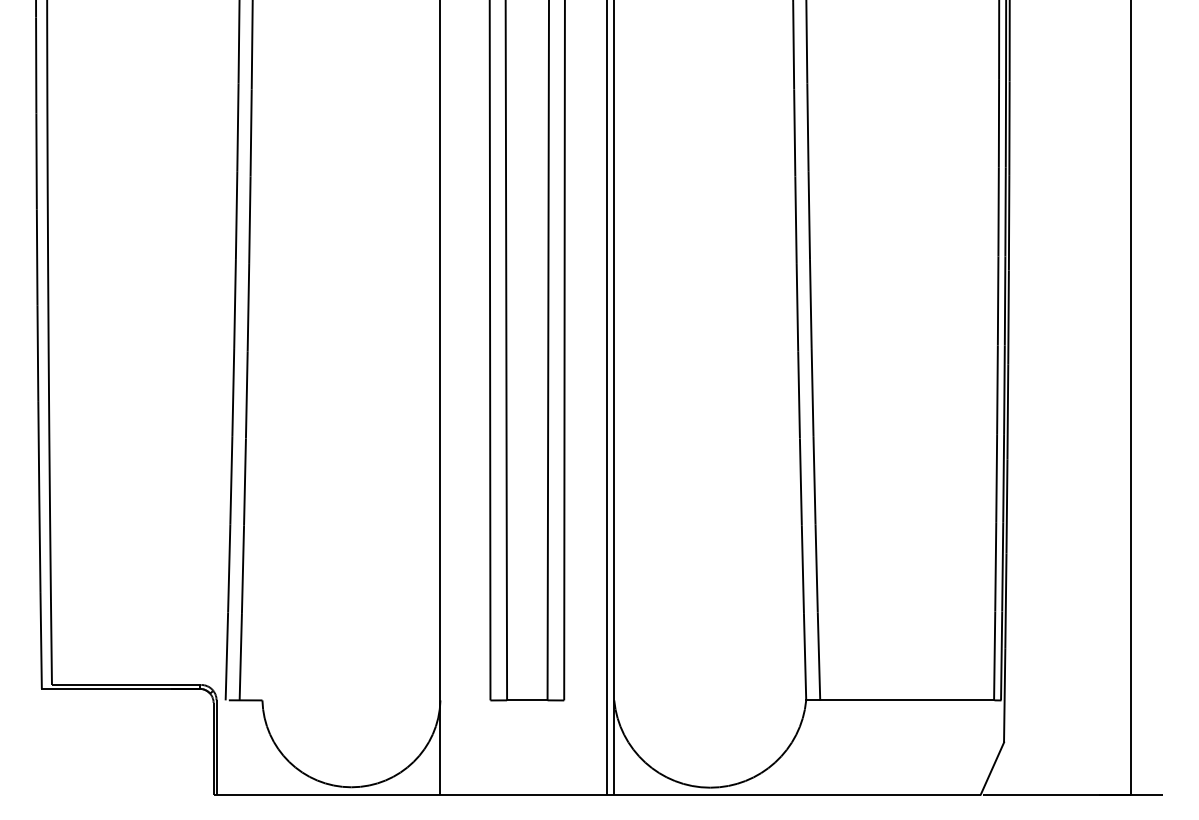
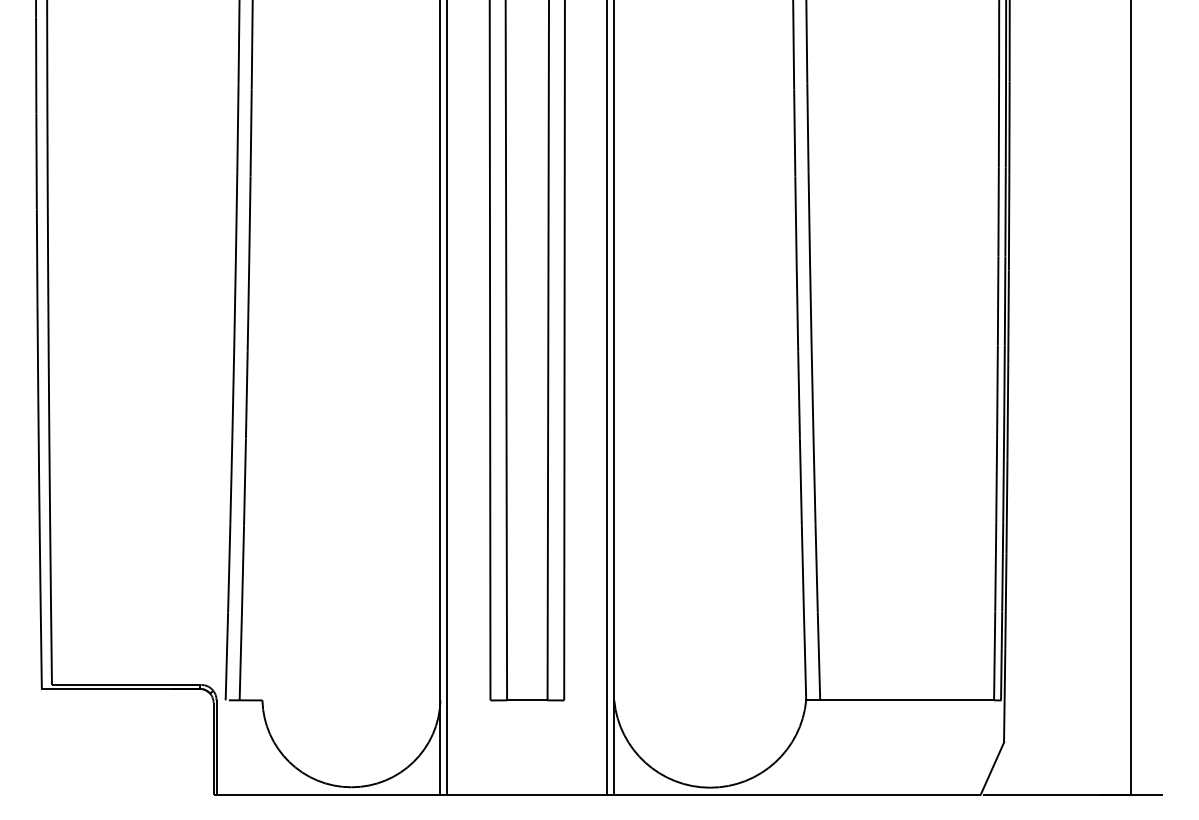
line at (447, 398): none -> present
